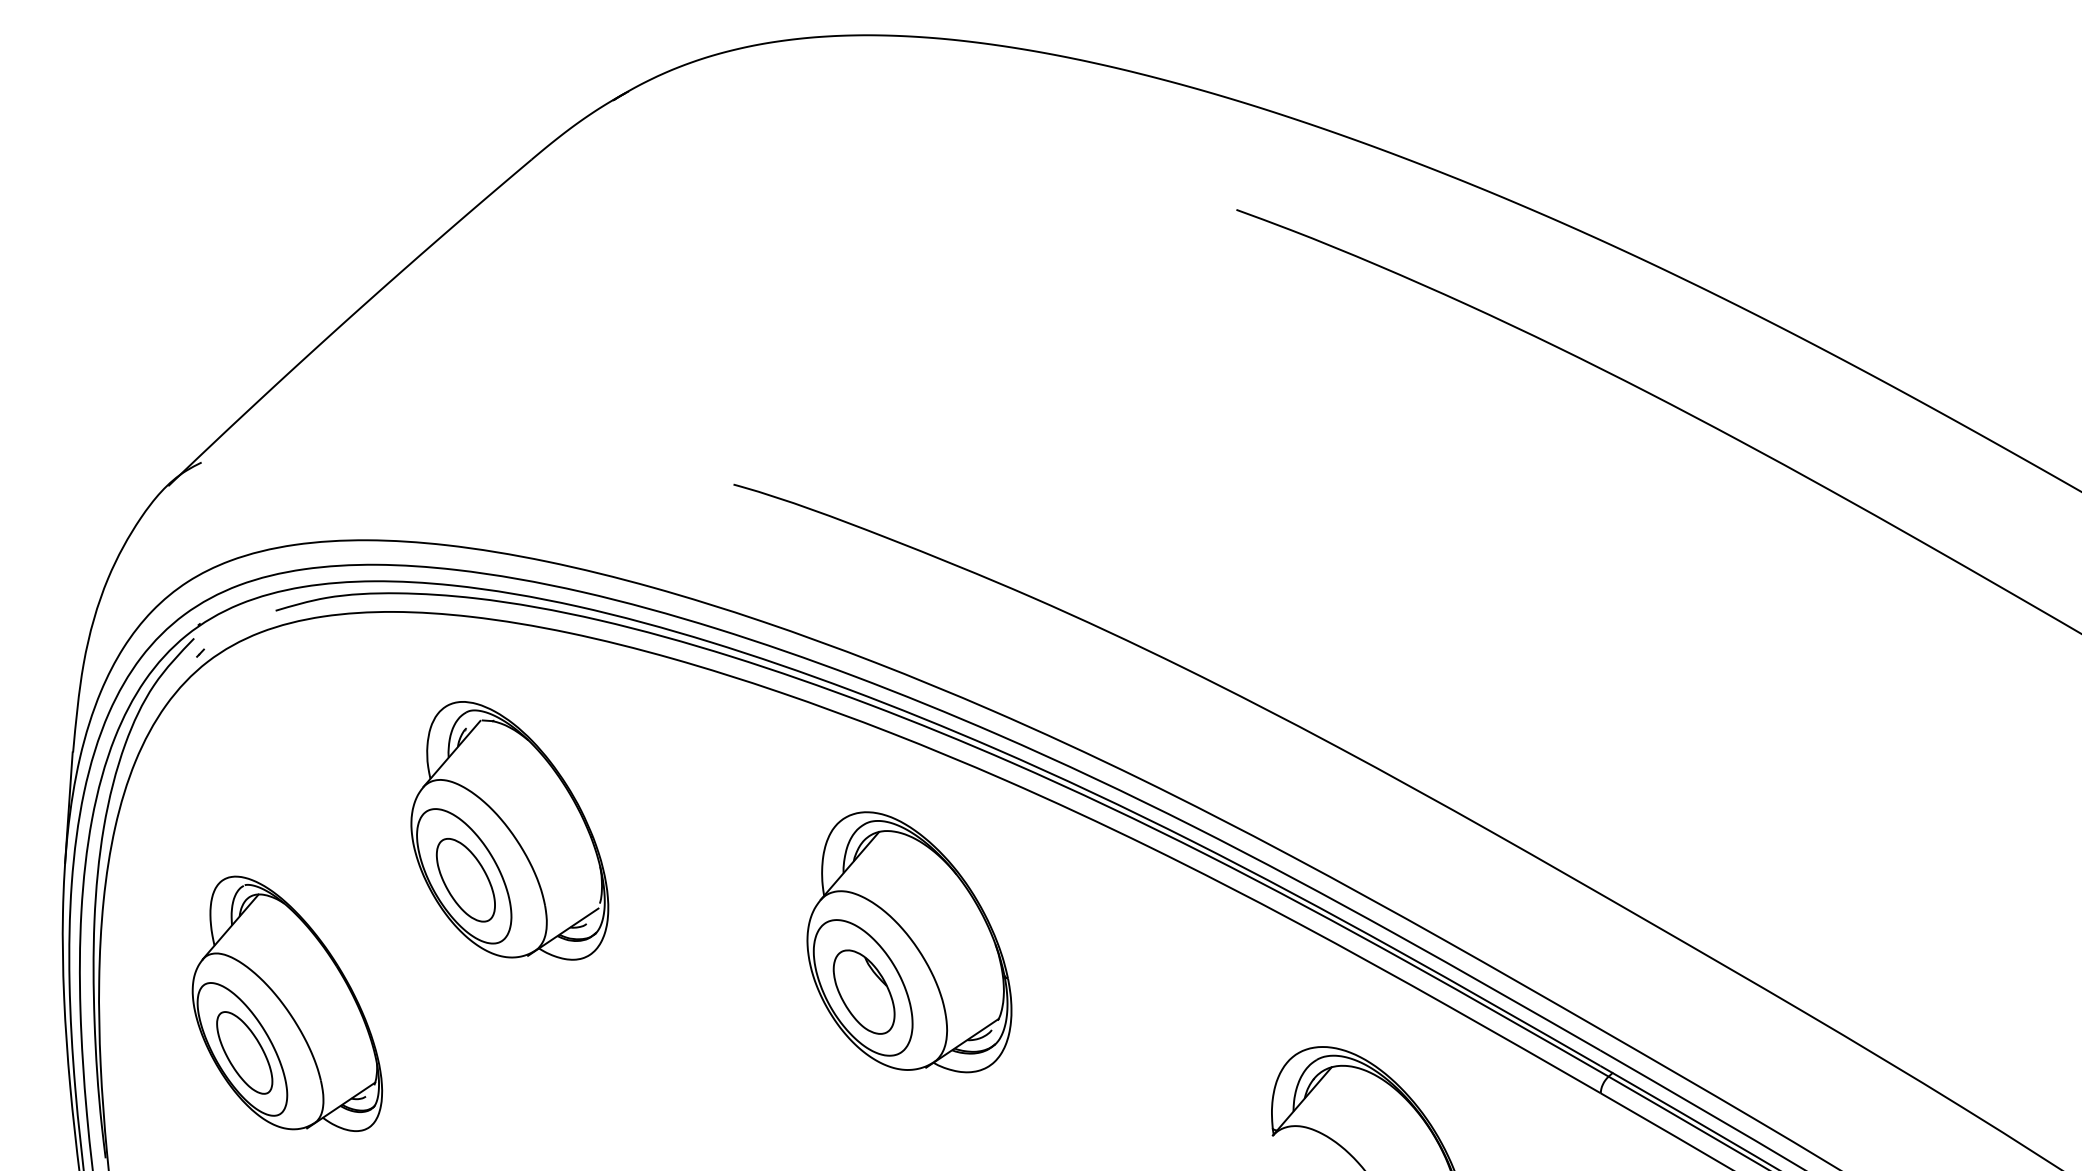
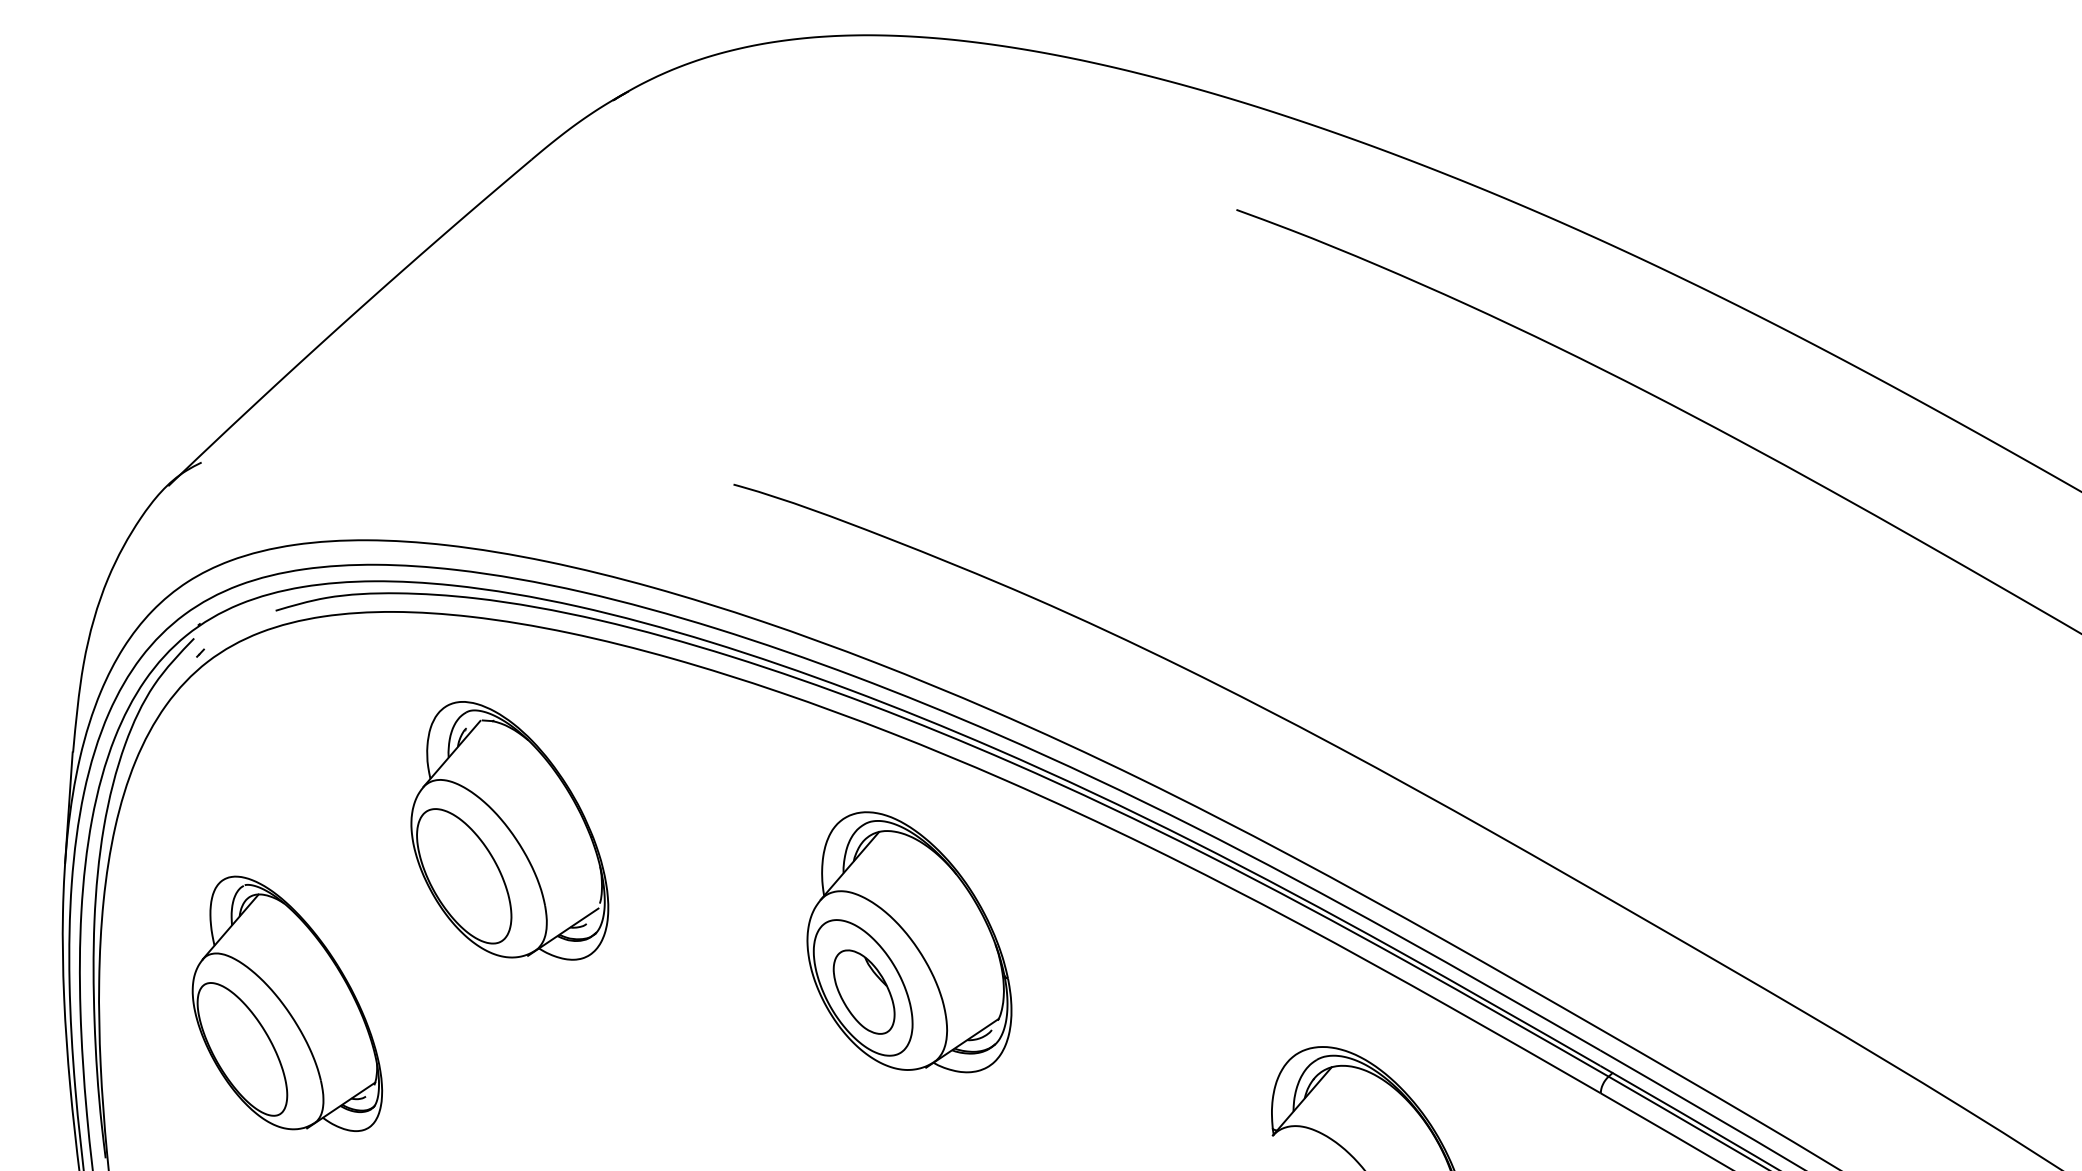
part at (465, 880): present -> none
part at (244, 1052): present -> none
